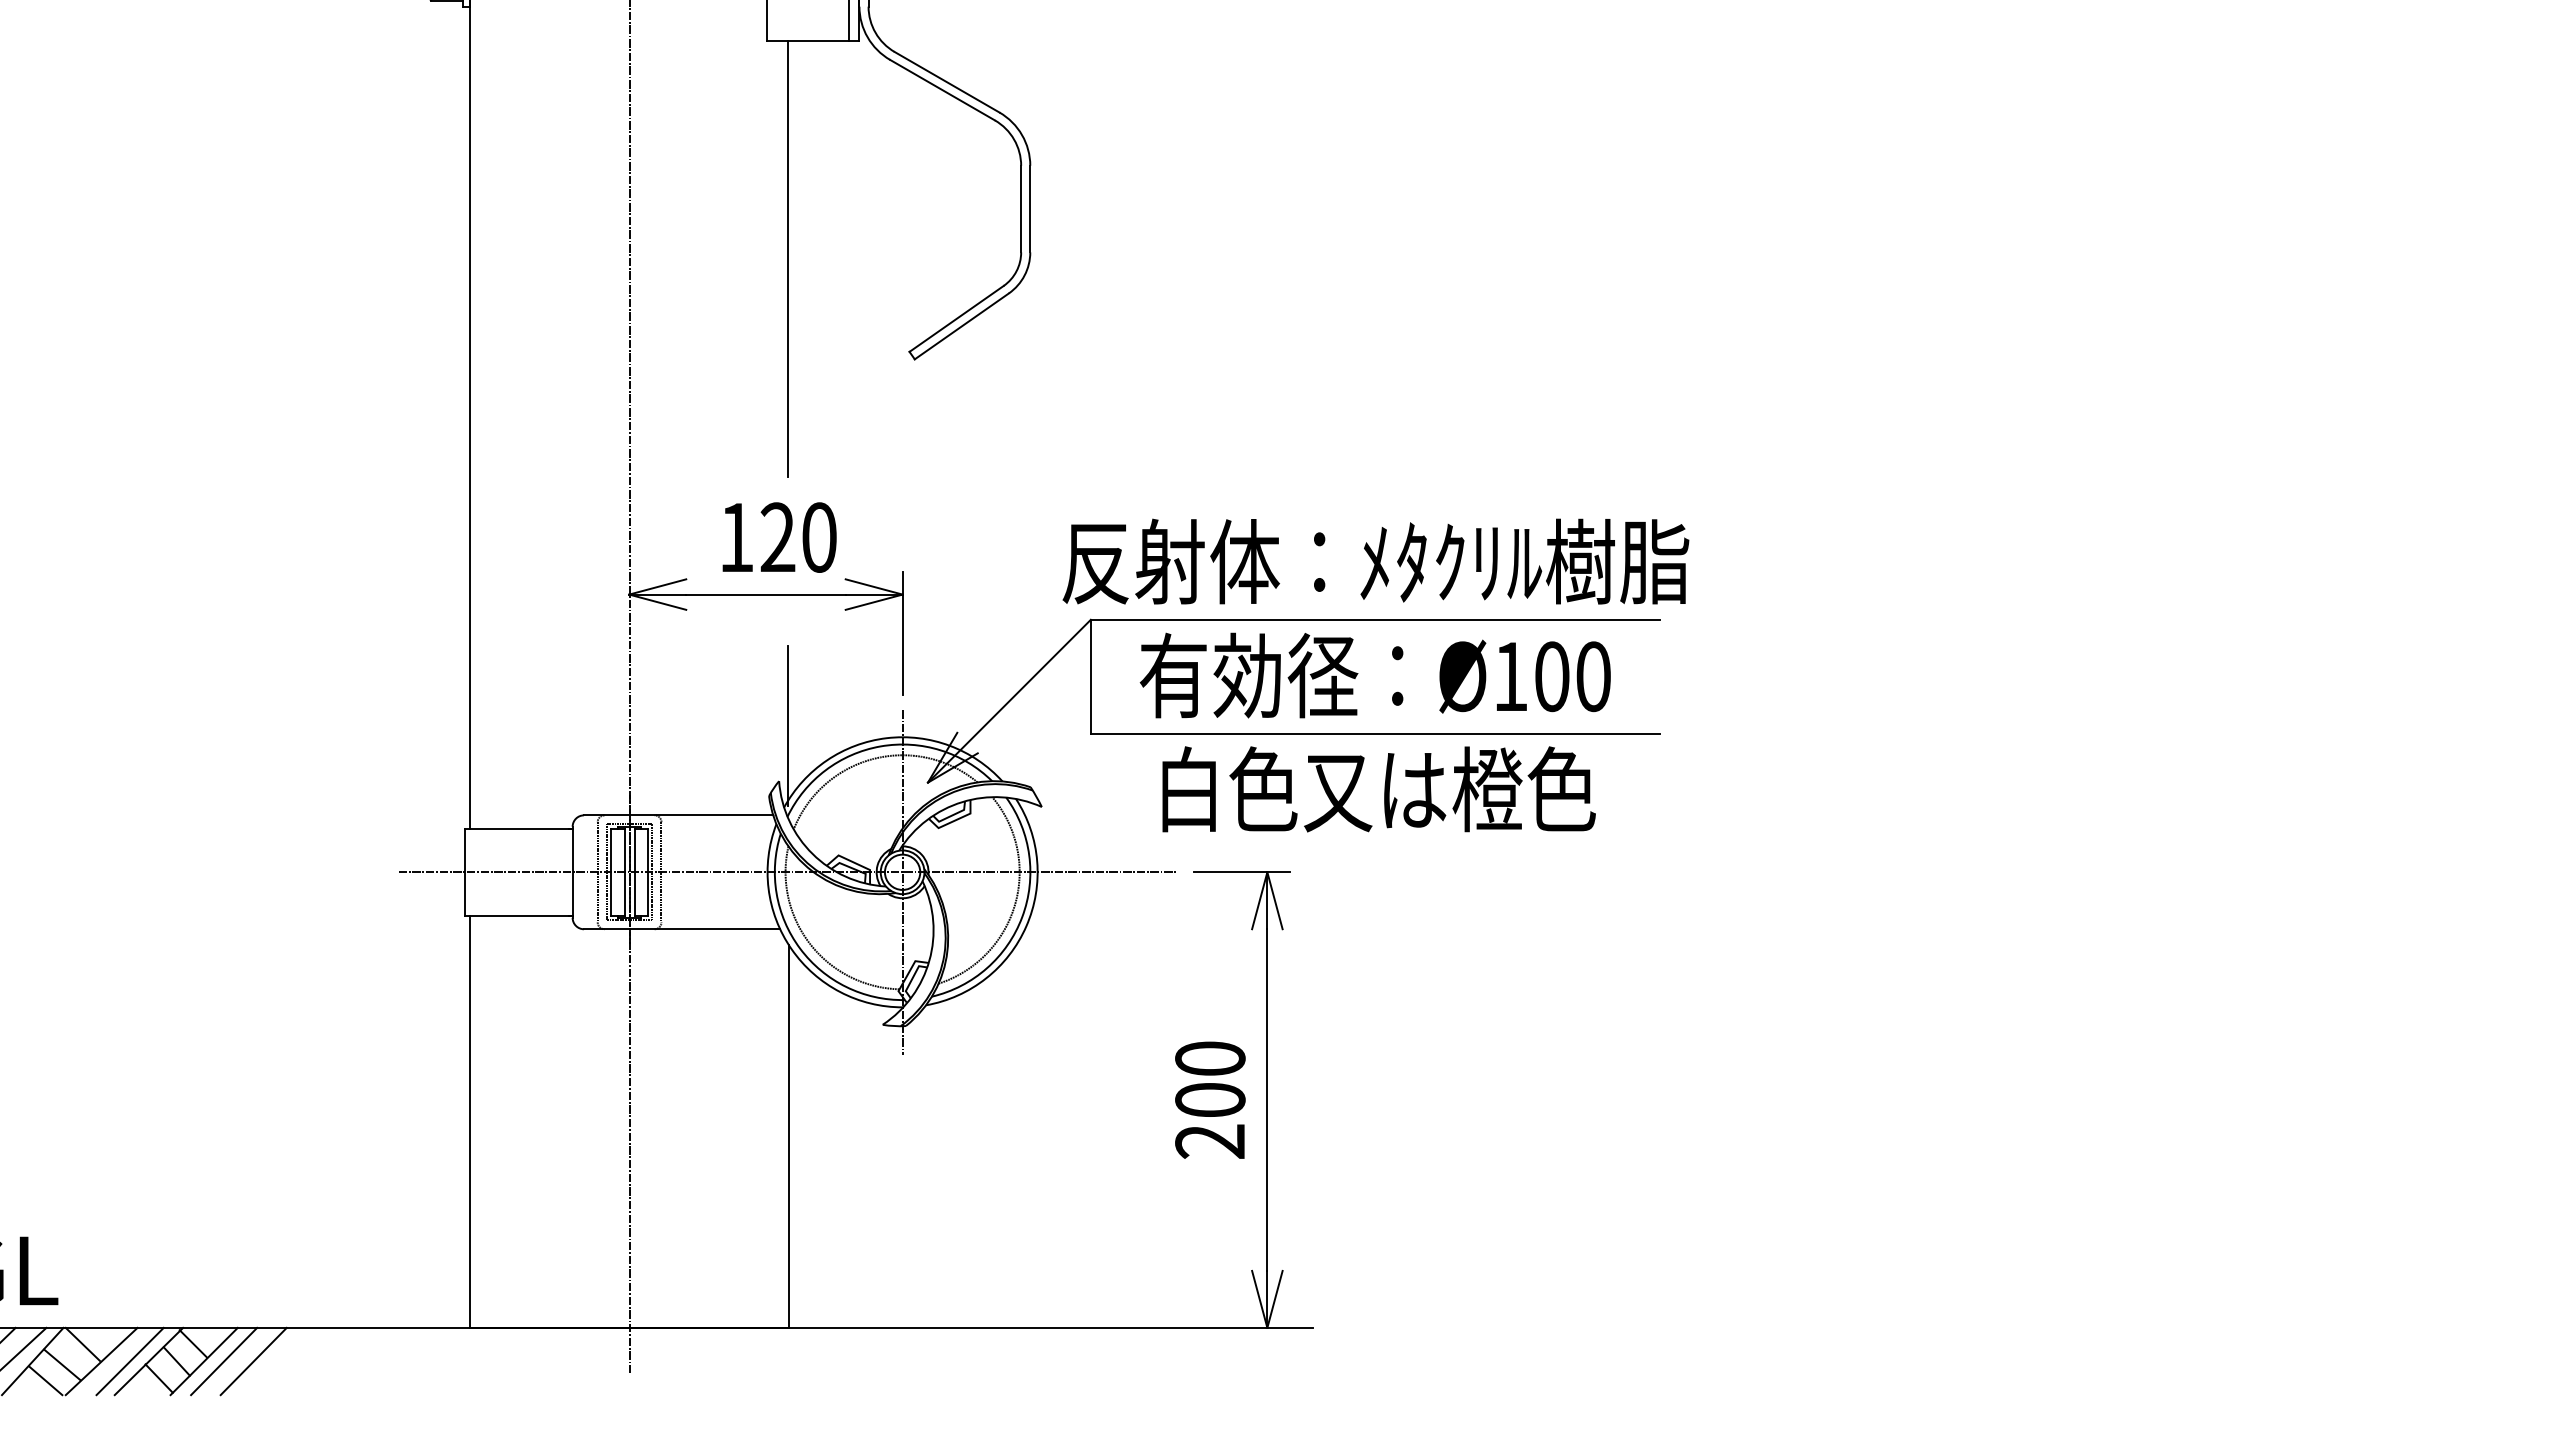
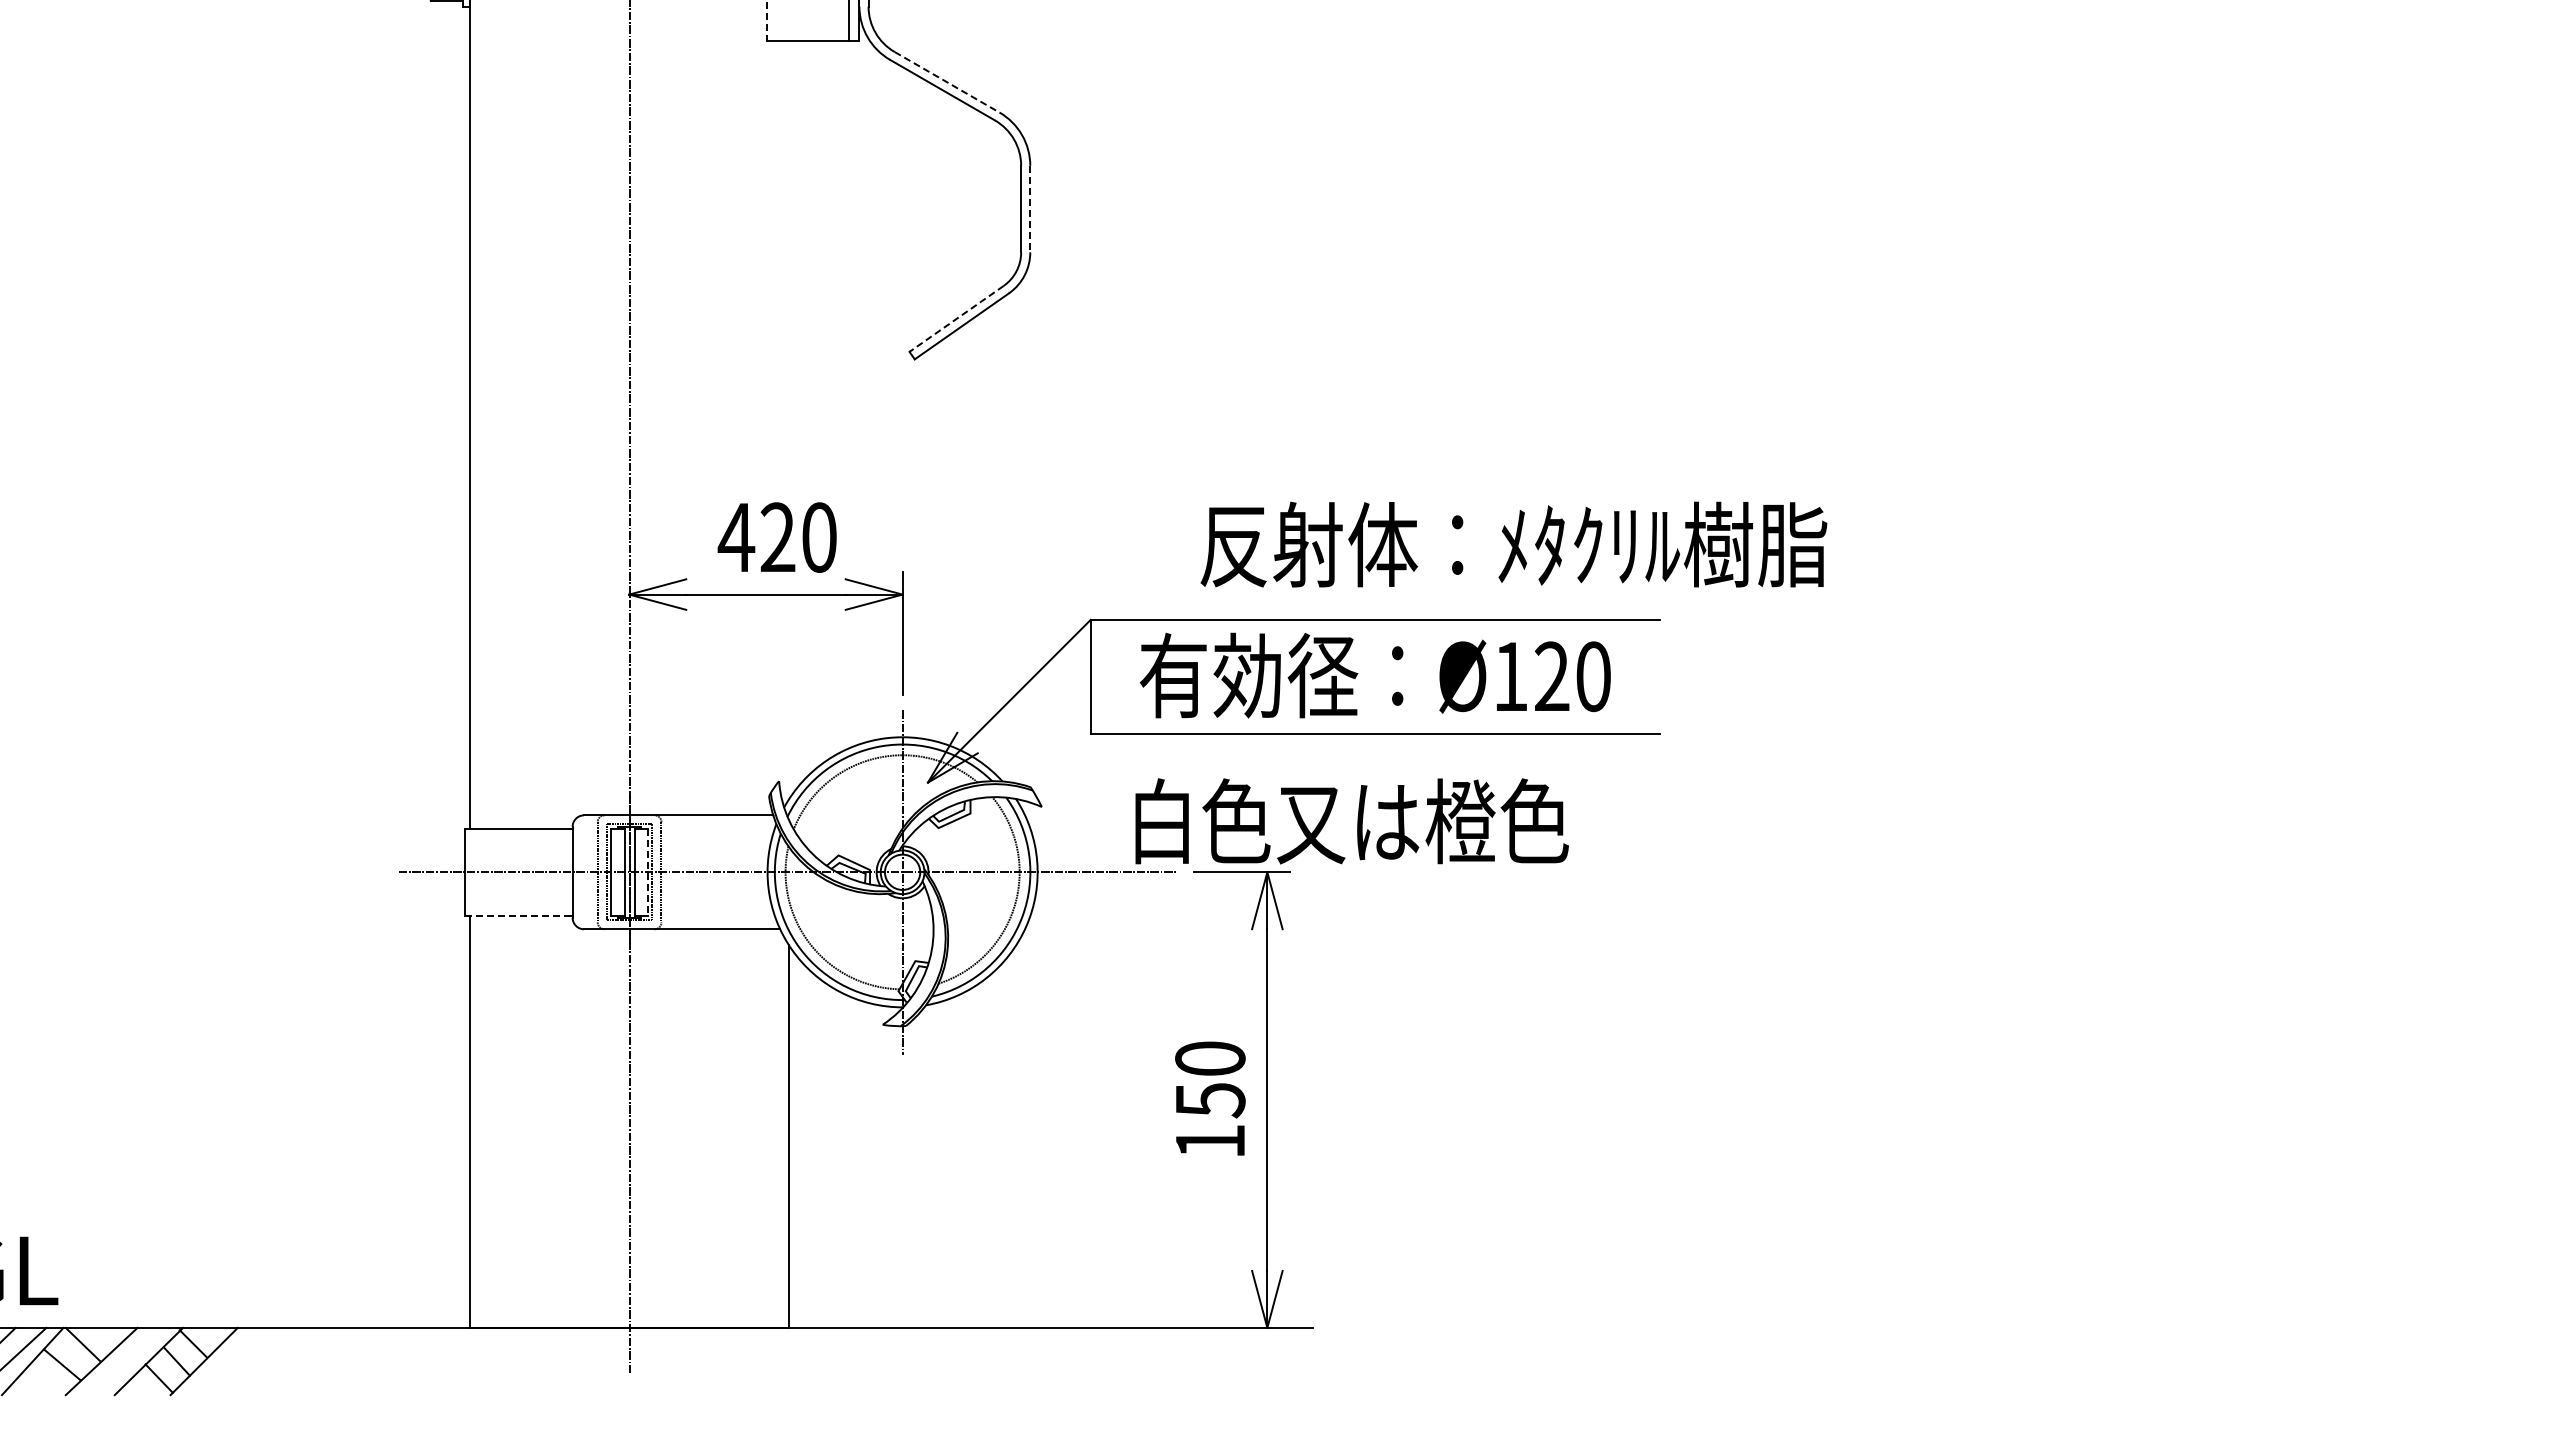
line at (766, 20): solid -> dashed
line at (947, 82): solid -> dashed
line at (1030, 209): solid -> dashed
line at (788, 258): present -> none
line at (956, 319): solid -> dashed
text at (736, 537): 120 -> 420
text at (1375, 561) position: (1375, 561) -> (1513, 544)
text at (1551, 676): Ø100 -> Ø120
line at (788, 725): present -> none
text at (1378, 789) position: (1378, 789) -> (1351, 821)
line at (647, 872): solid -> dashed
line at (518, 915): solid -> dashed
text at (1210, 1120): 200 -> 150
line at (129, 1361): present -> none
line at (224, 1361): present -> none
line at (253, 1361): present -> none
line at (45, 1380): present -> none
